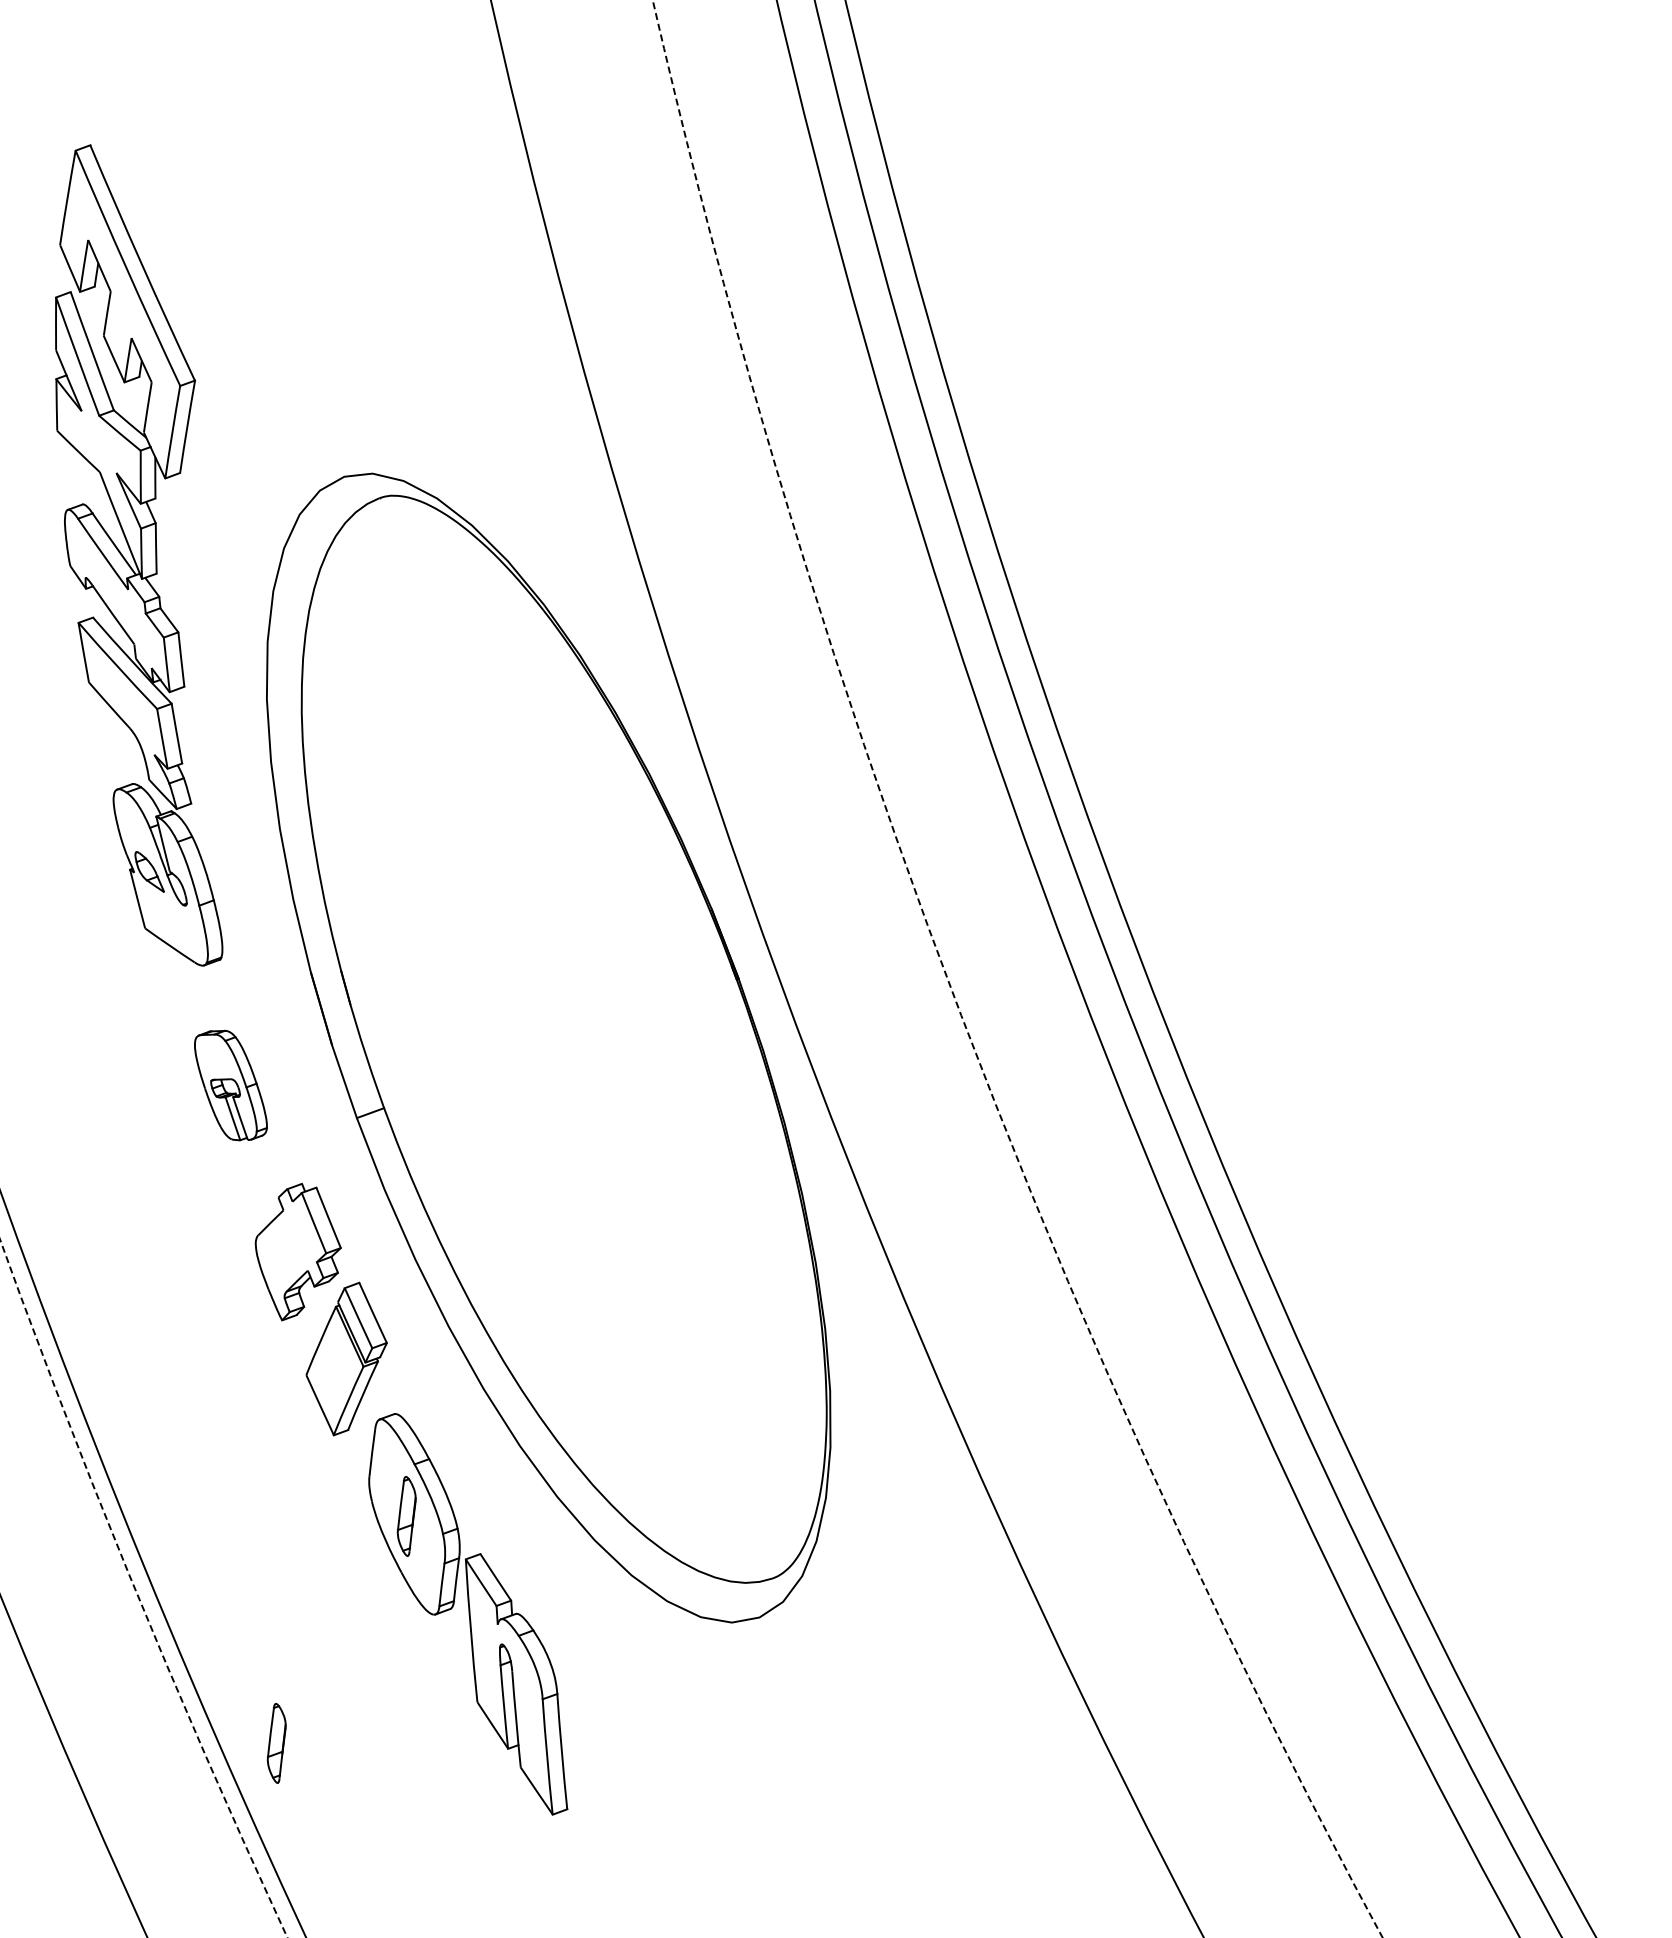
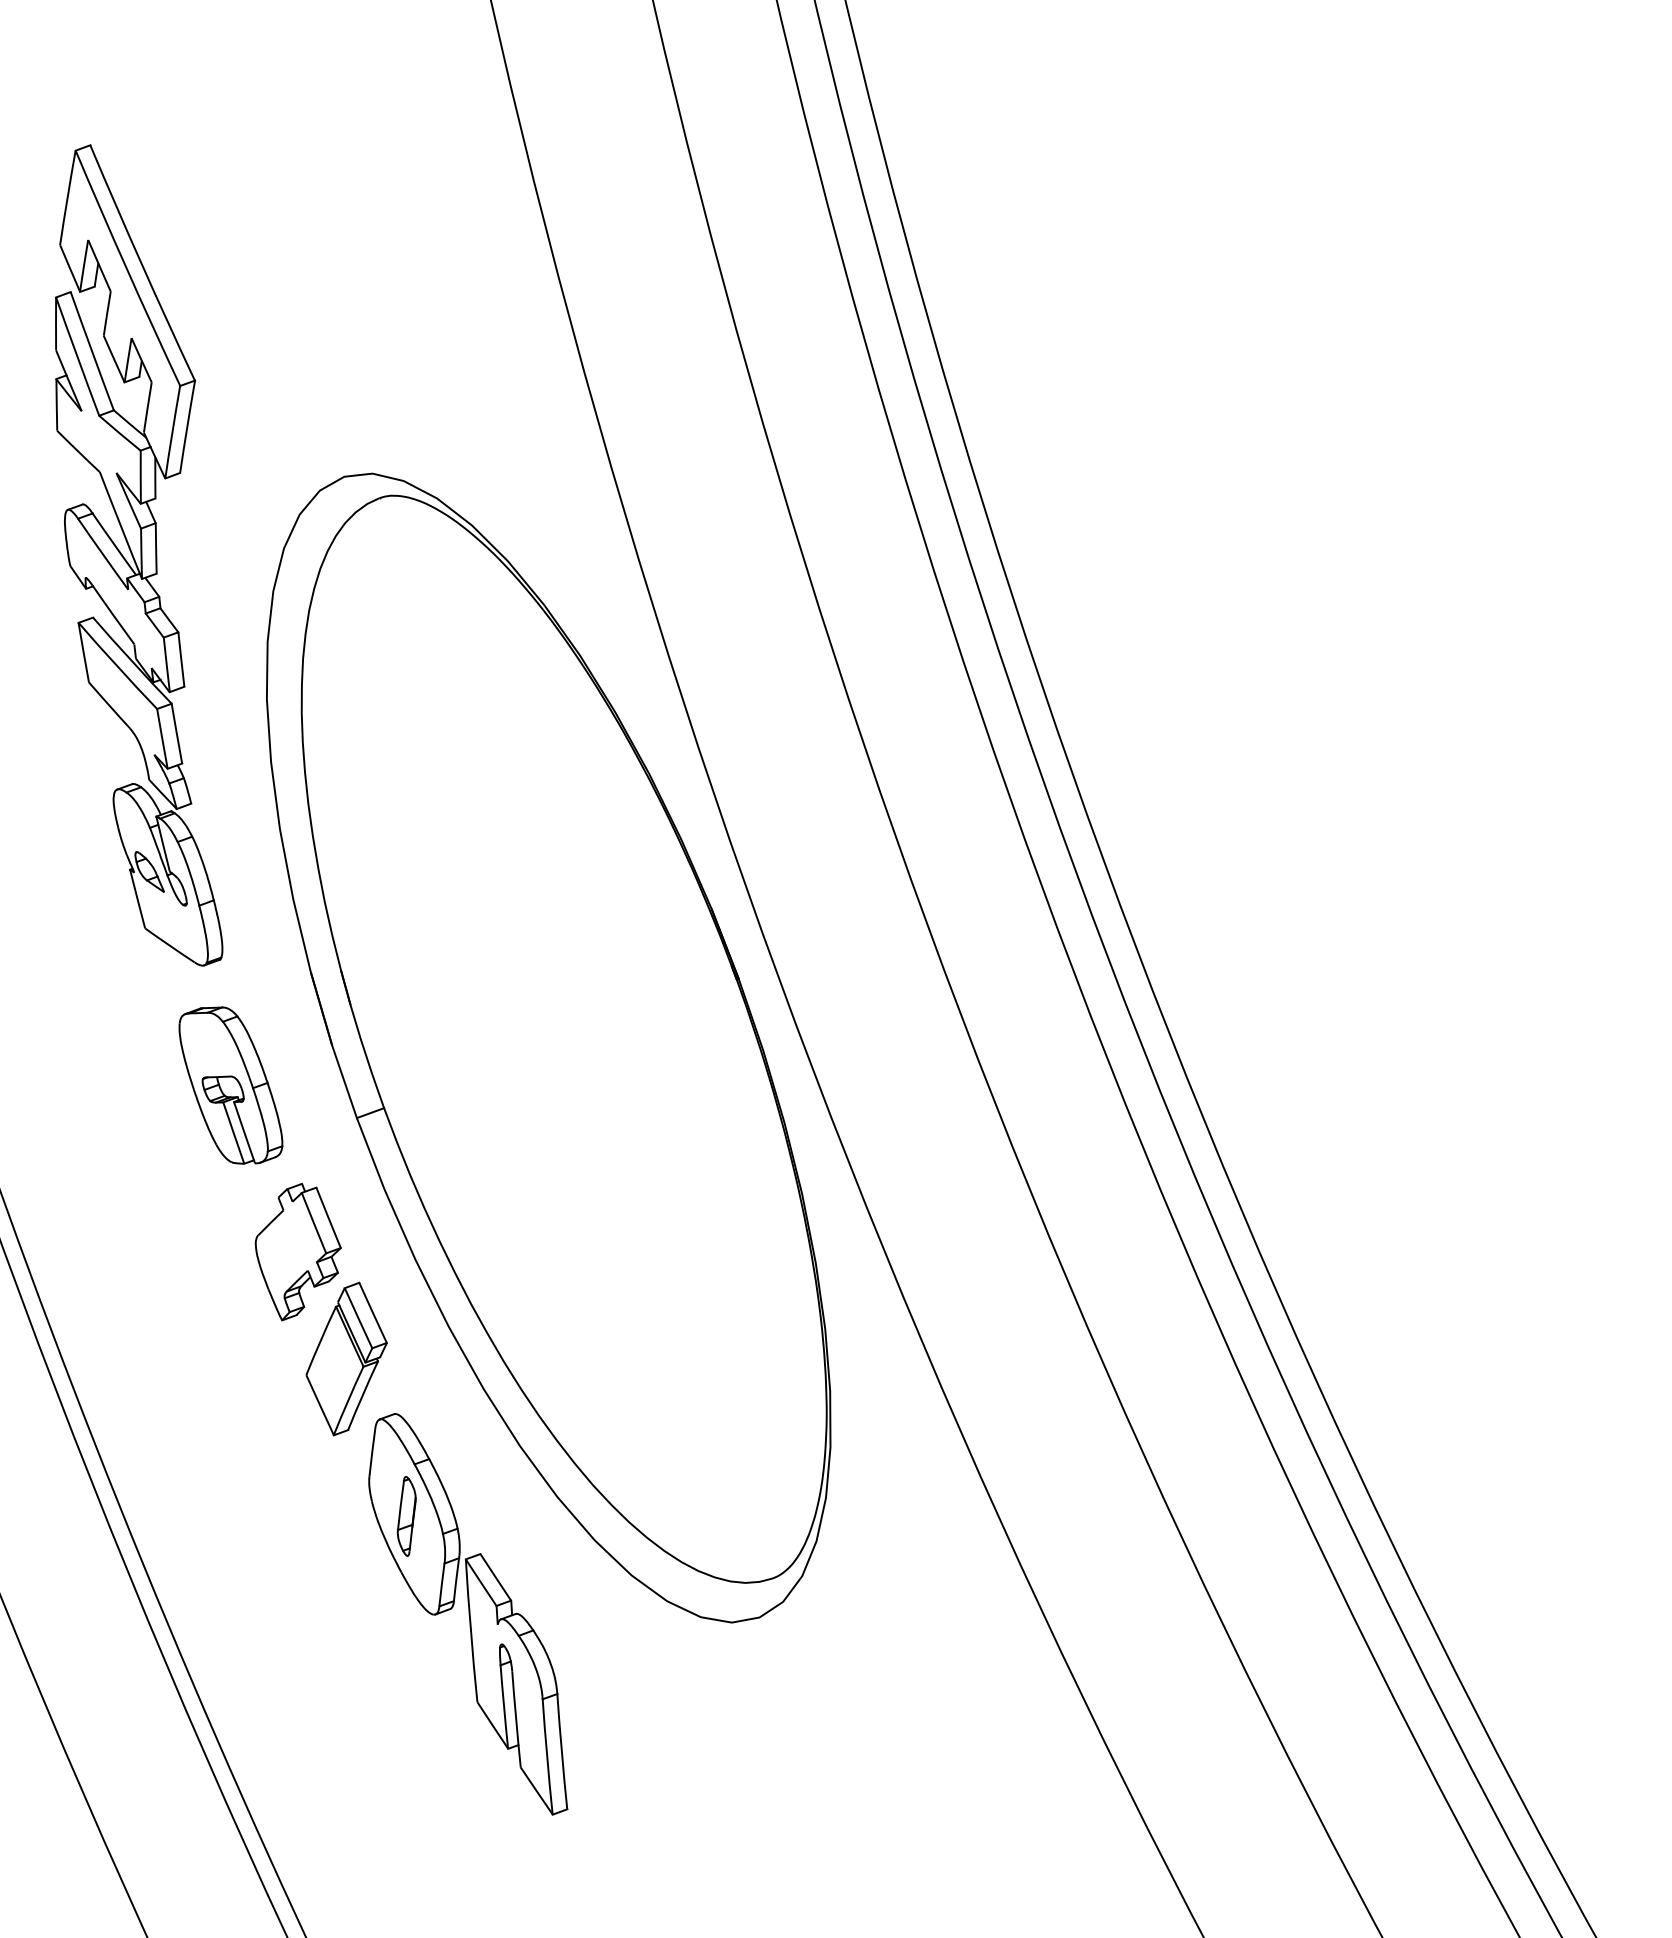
circle at (1017, 968): dashed -> solid
part at (230, 1085) size: 74x113 px -> 106x159 px
arc at (136, 1593): dashed -> solid
part at (276, 1743): present -> none
